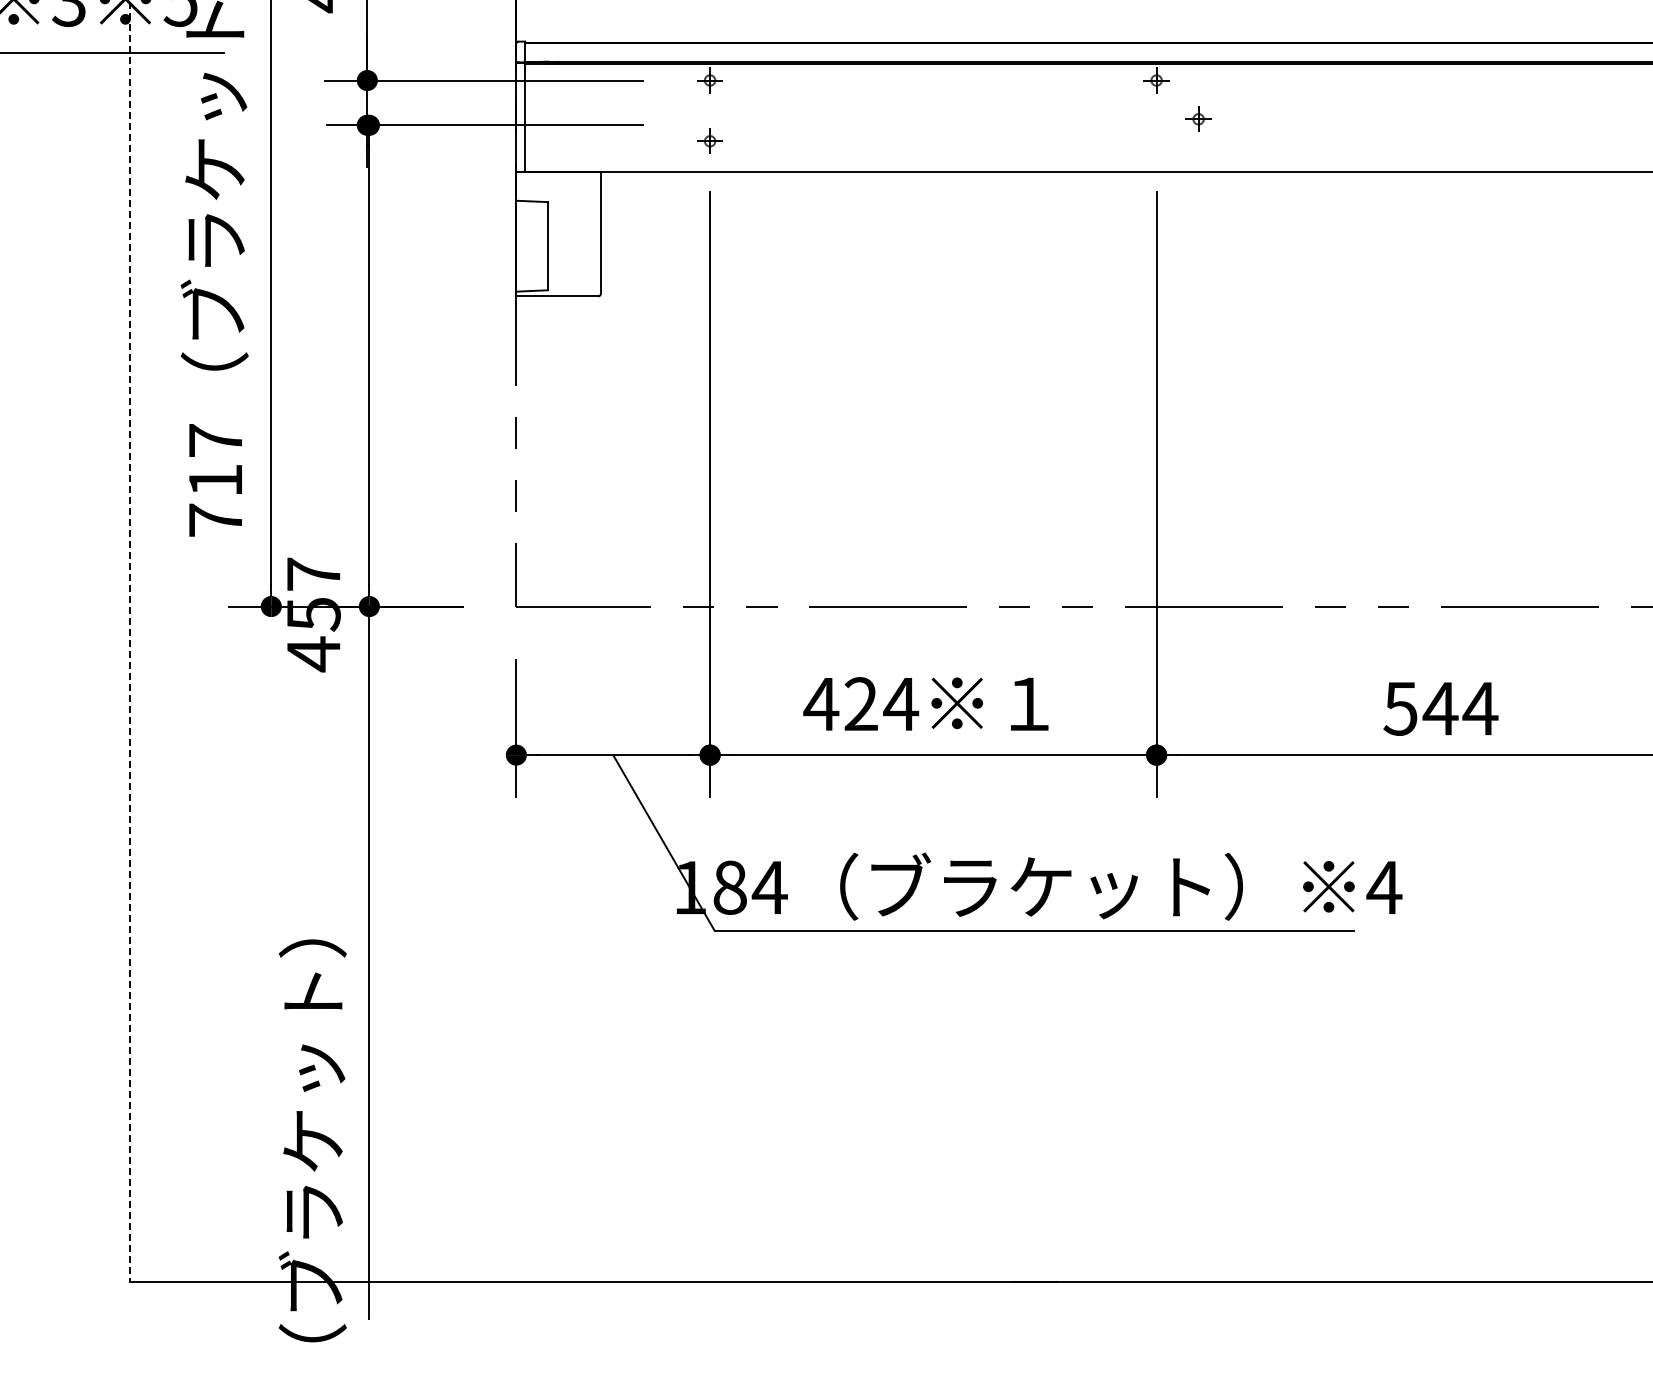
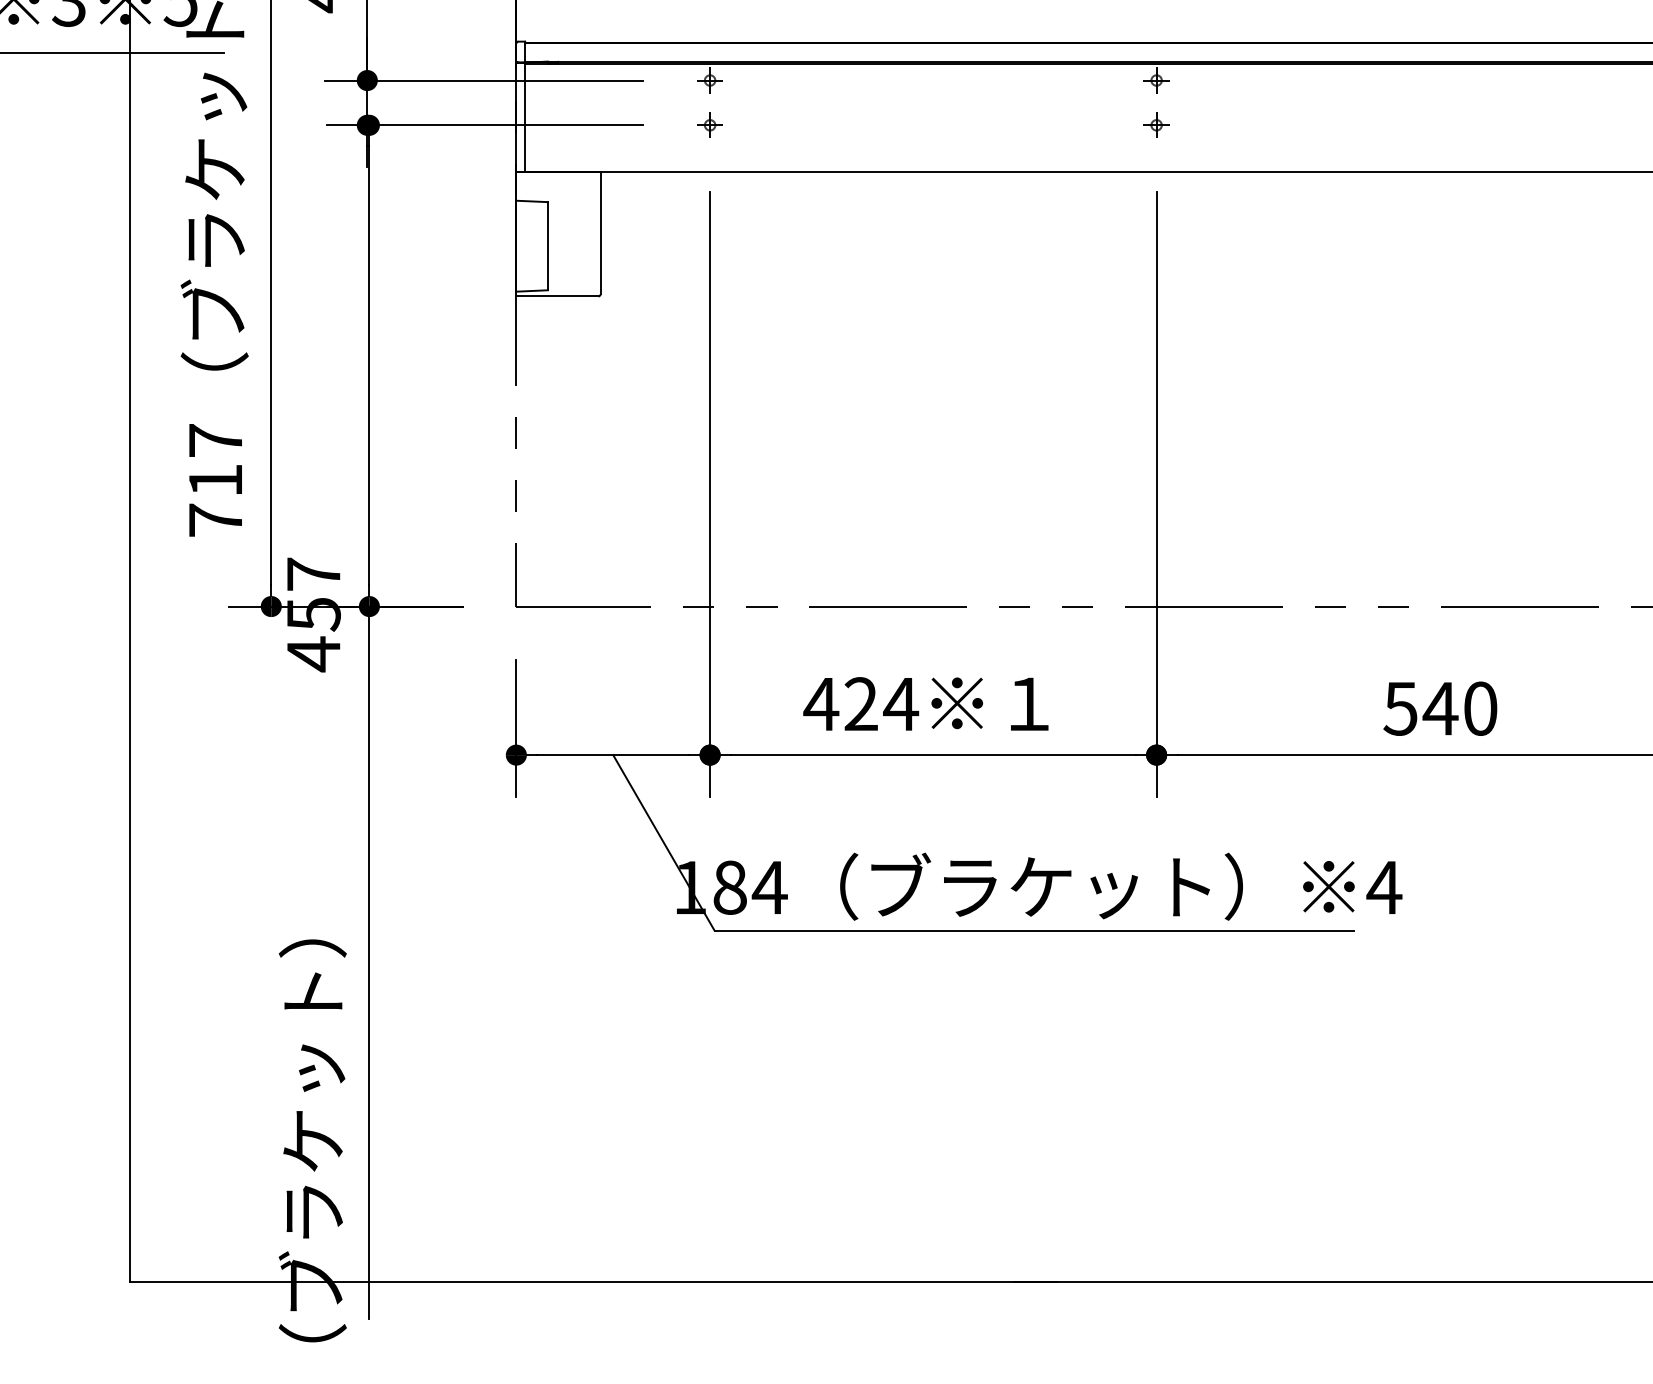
part at (1198, 118) position: (1198, 118) -> (1156, 124)
part at (709, 140) position: (709, 140) -> (709, 124)
line at (130, 641): dashed -> solid
text at (1480, 708): 544 -> 540
